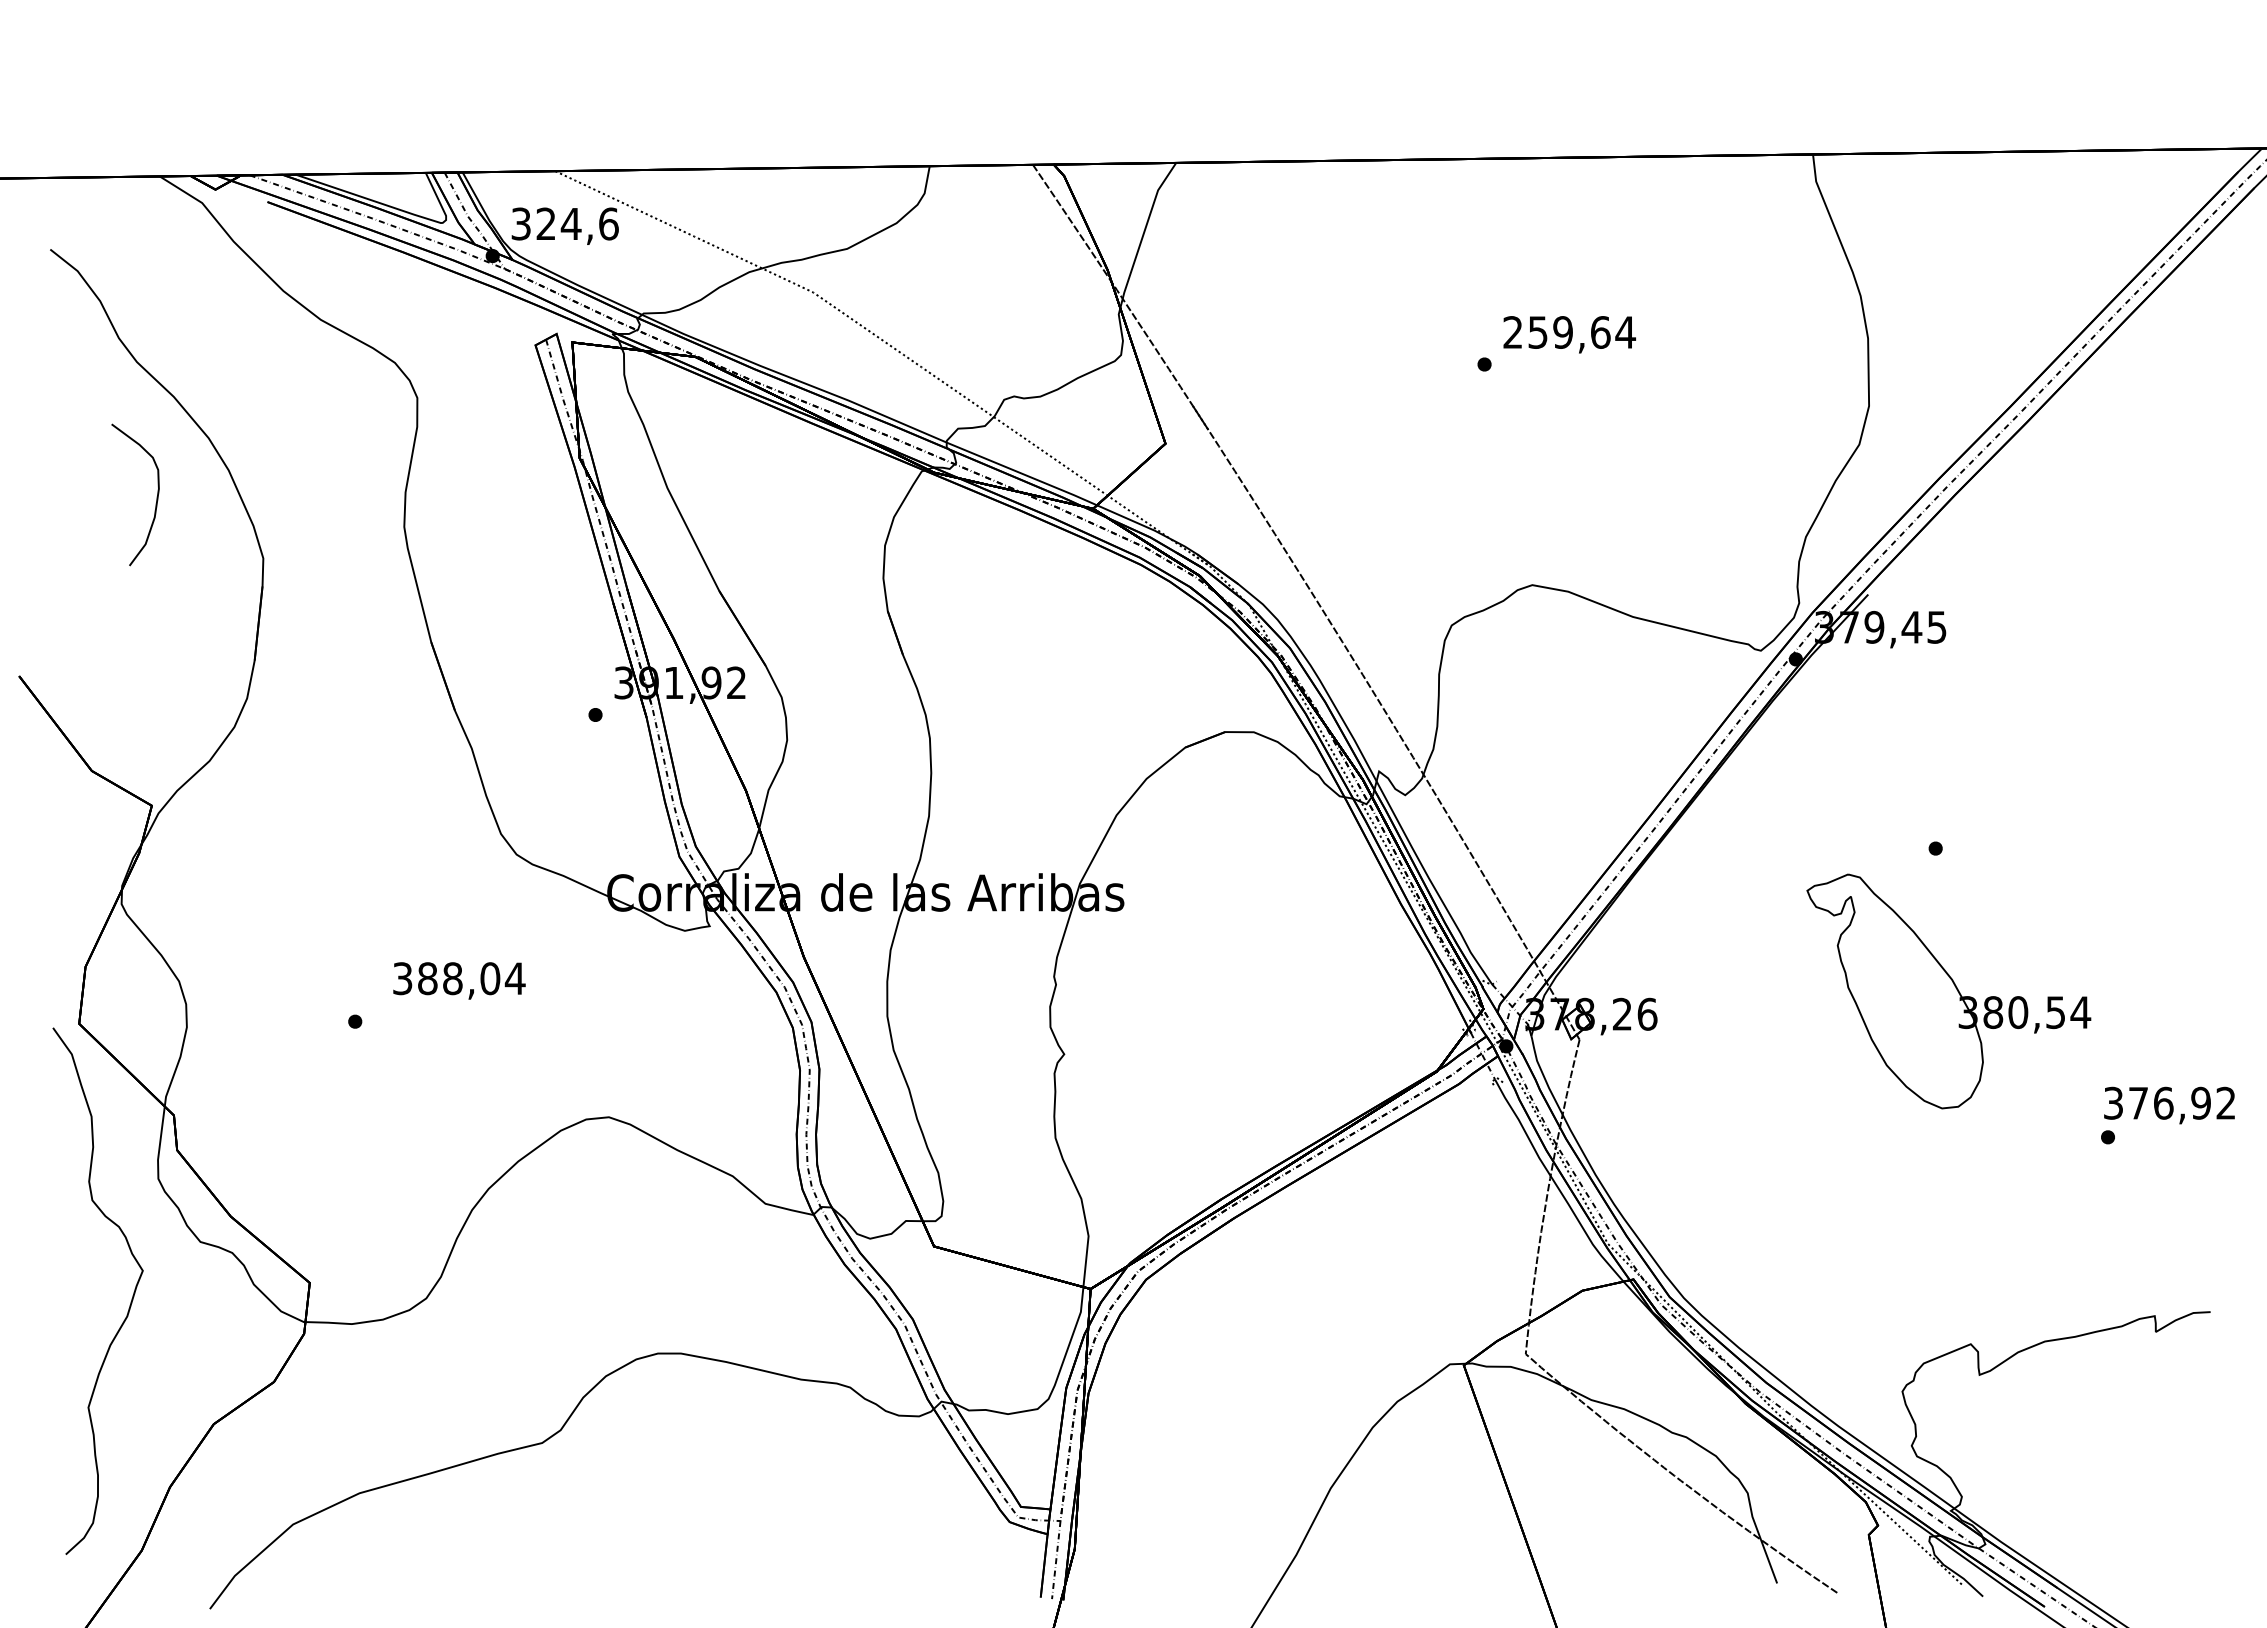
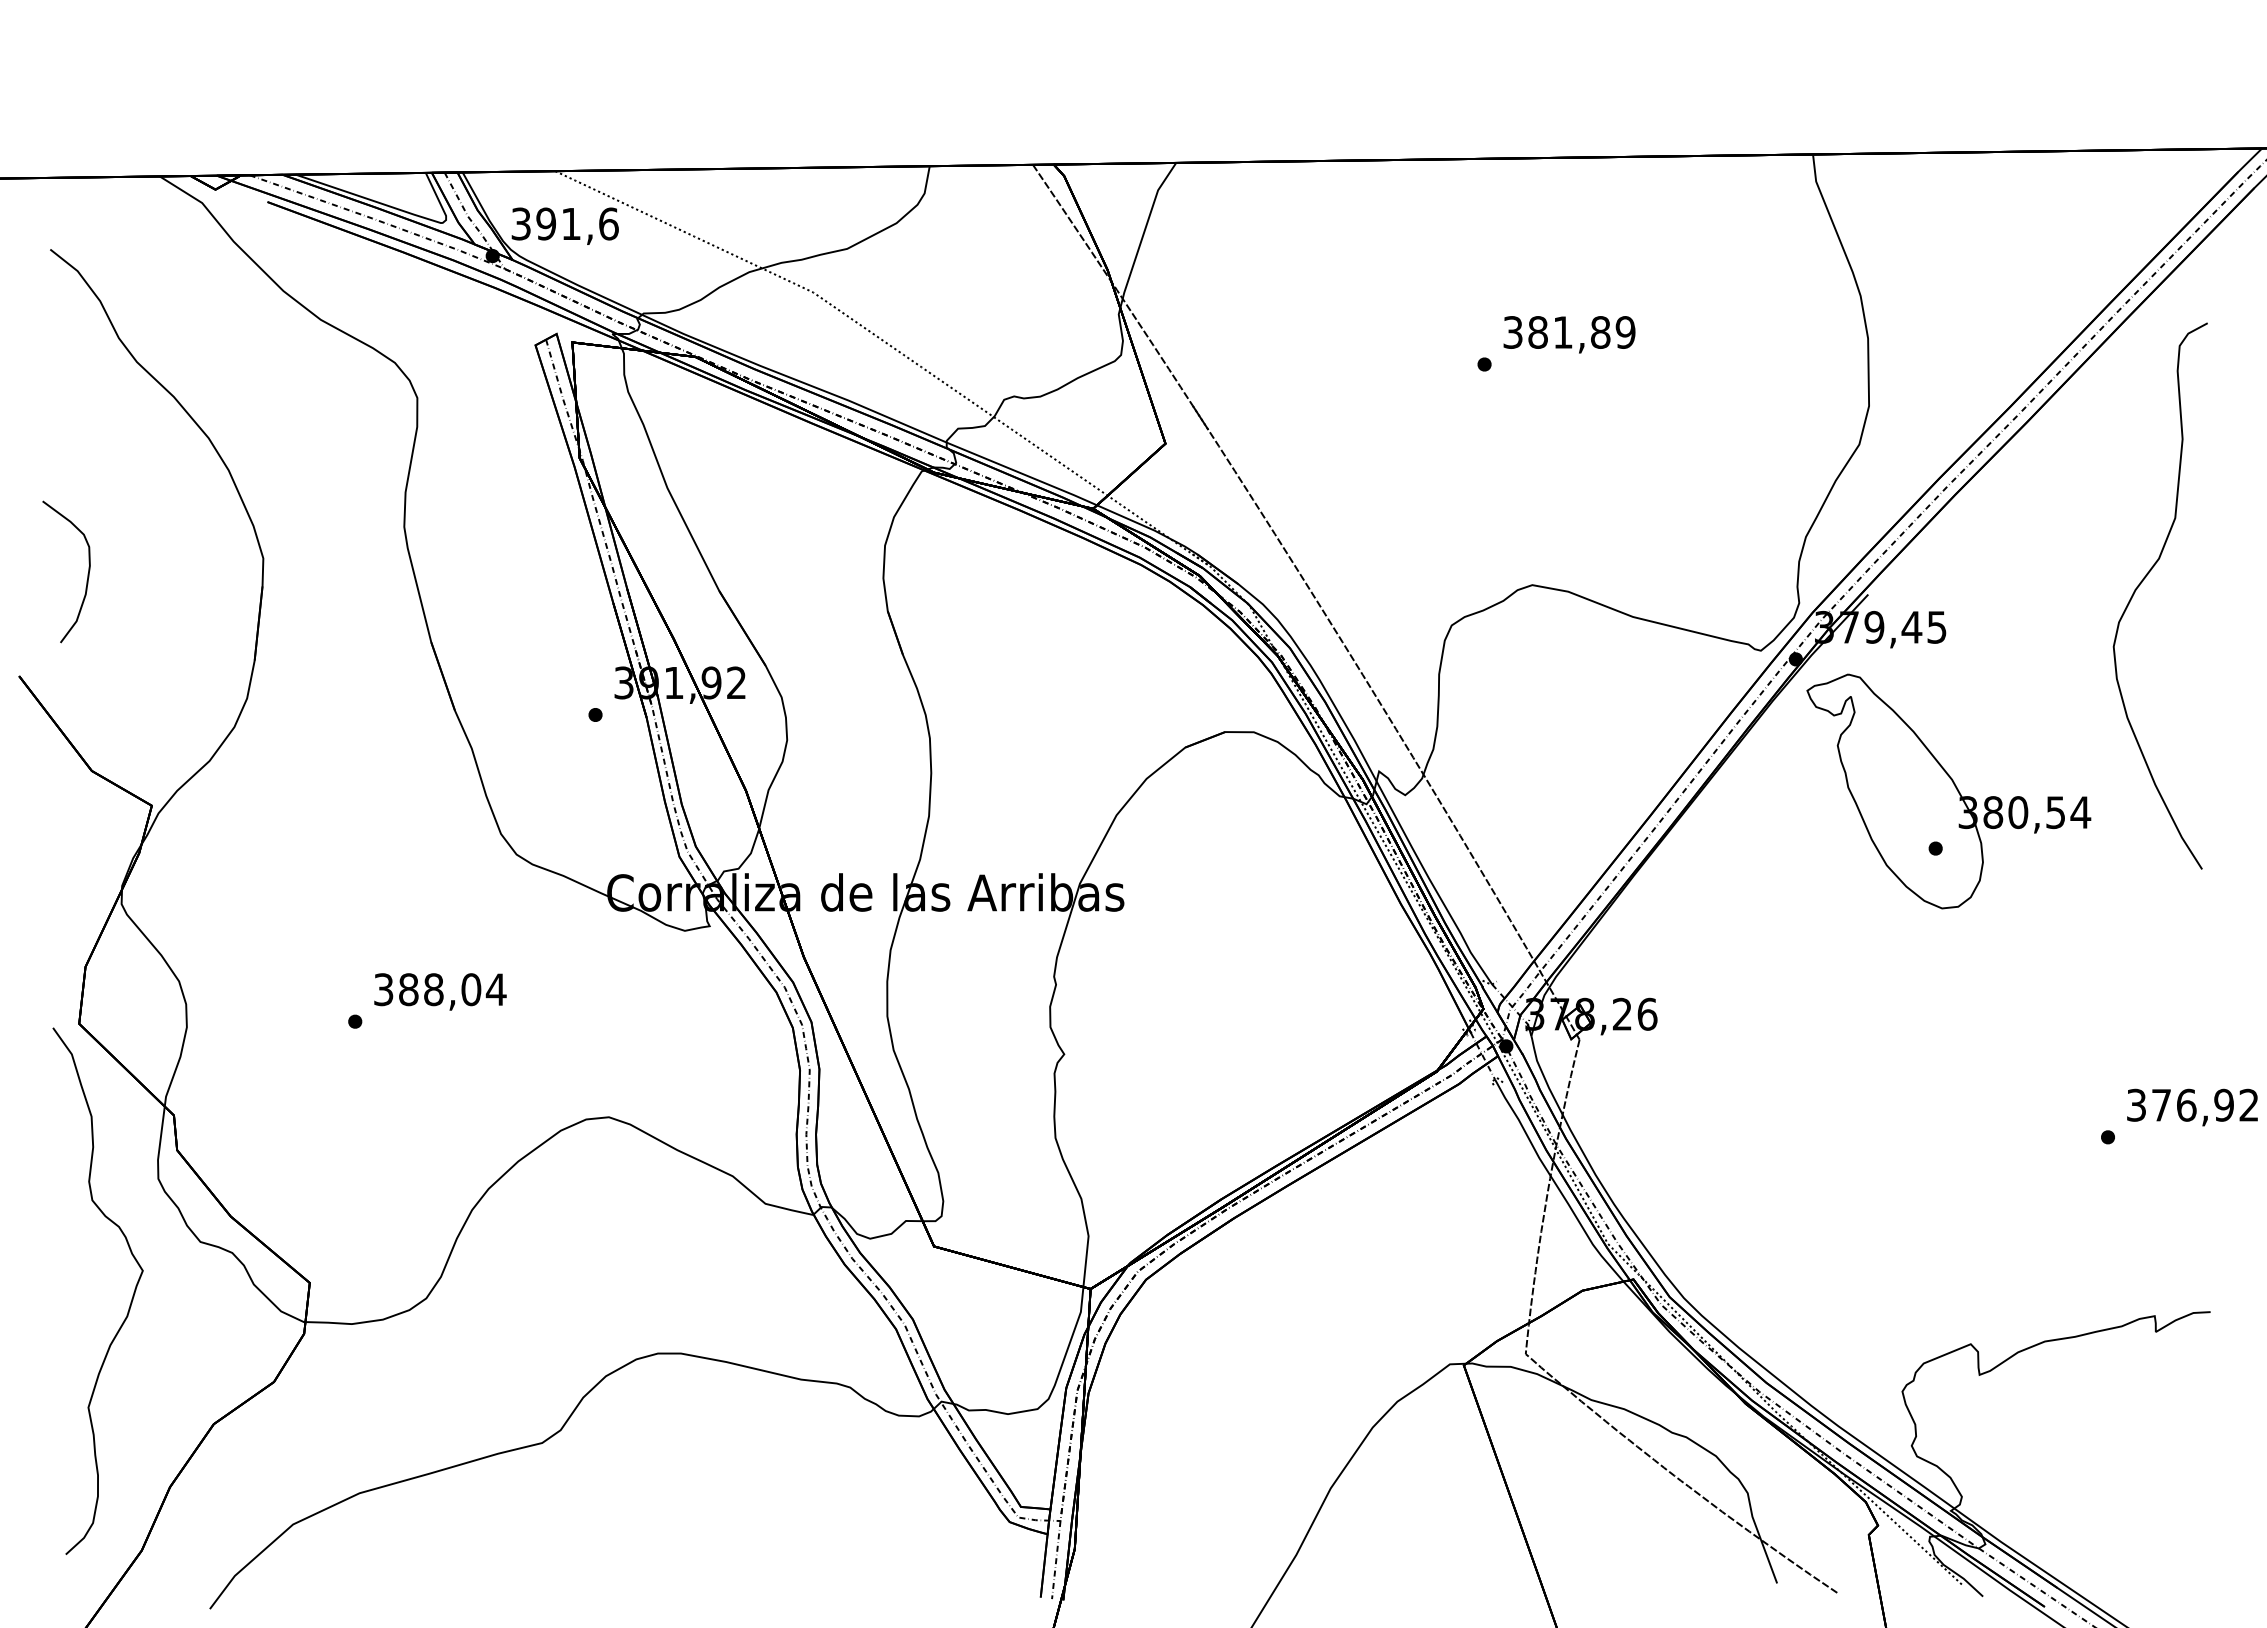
text at (558, 223): 324,6 -> 391,6
text at (1569, 332): 259,64 -> 381,89
curve at (156, 496) position: (156, 496) -> (87, 573)
curve at (2143, 581): none -> present
text at (459, 980) position: (459, 980) -> (440, 991)
part at (1948, 991) position: (1948, 991) -> (1948, 791)
text at (2169, 1105) position: (2169, 1105) -> (2192, 1107)
